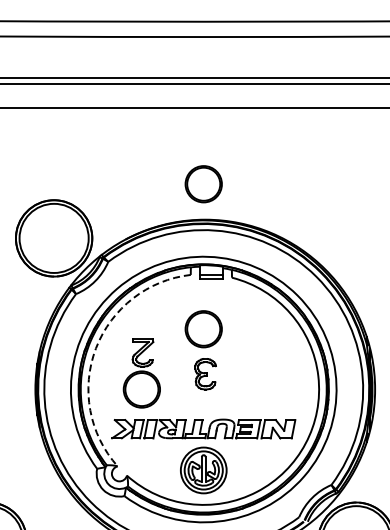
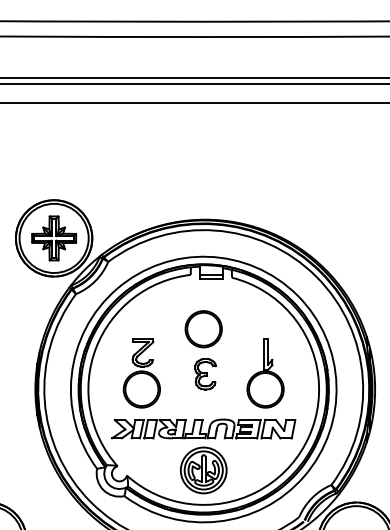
line at (194, 107) position: (194, 107) -> (194, 102)
part at (203, 184): present -> none
part at (54, 238): none -> present
arc at (95, 348): dashed -> solid
part at (265, 373): none -> present
